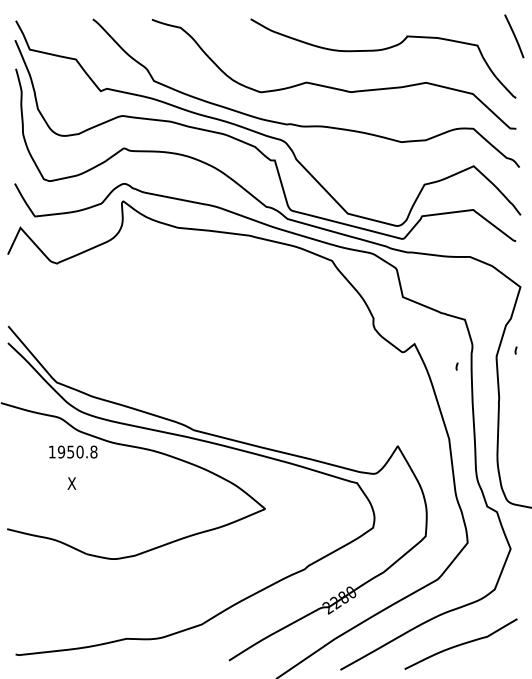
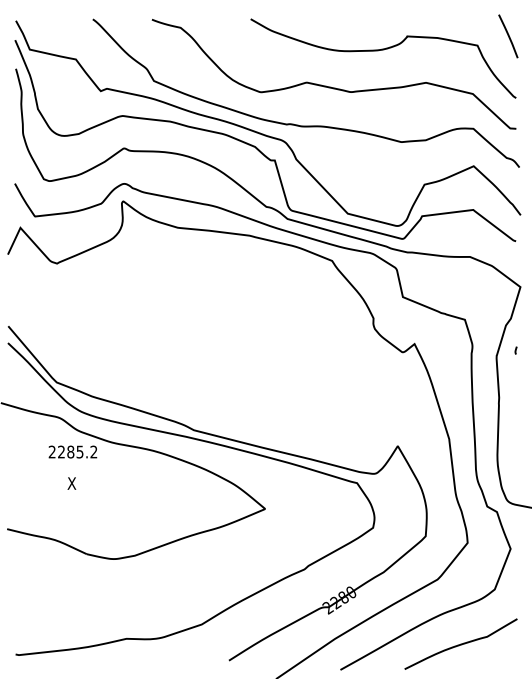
line at (514, 36) position: (514, 36) -> (508, 36)
curve at (456, 366): present -> none
text at (72, 451): 1950.8 -> 2285.2
